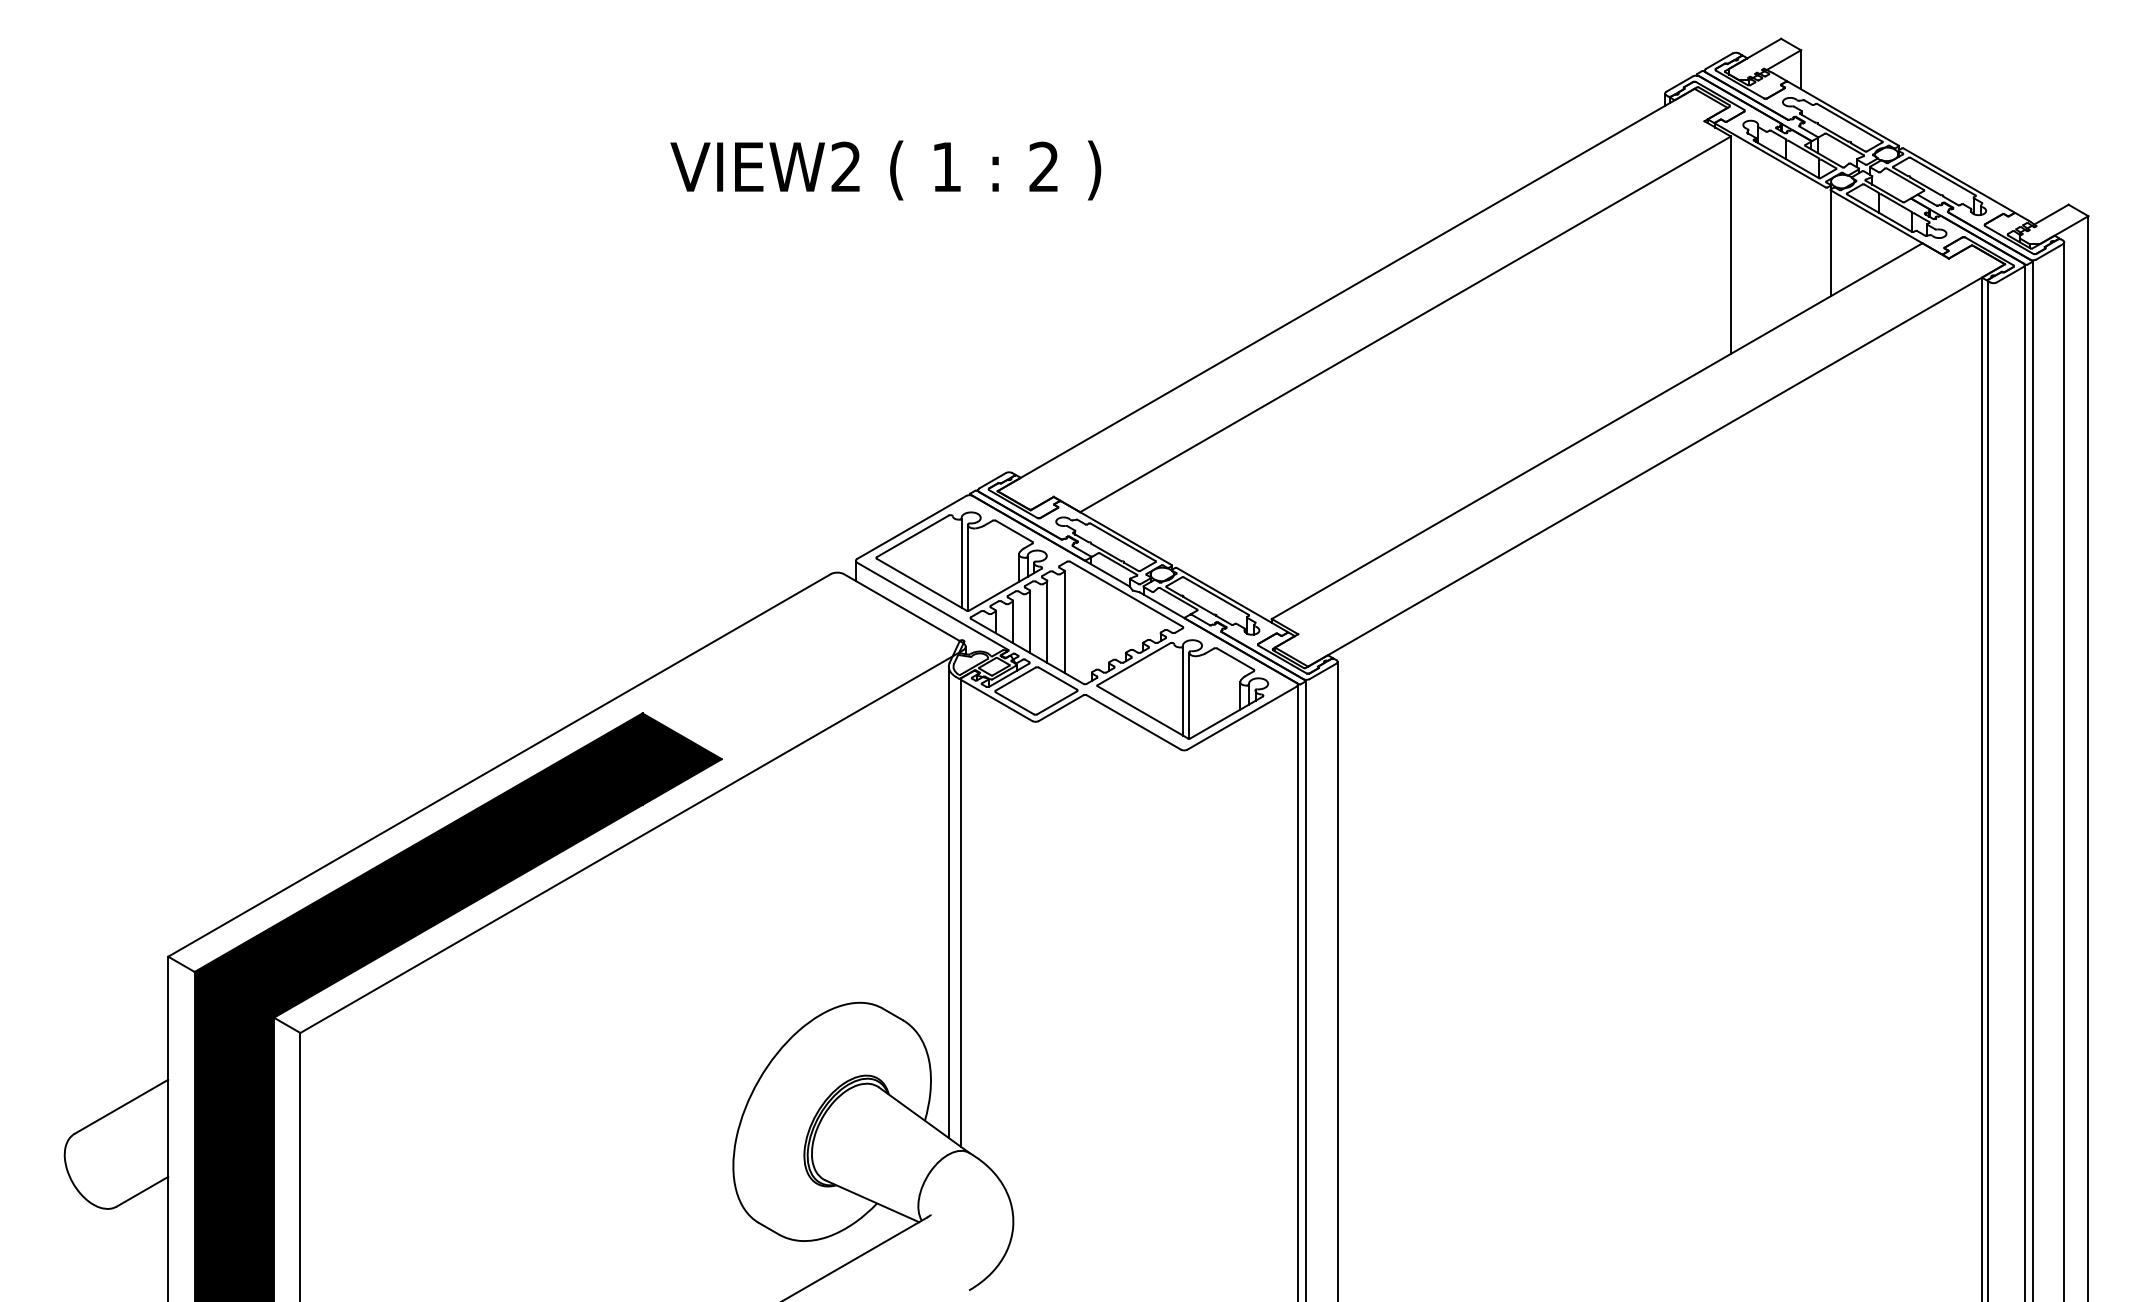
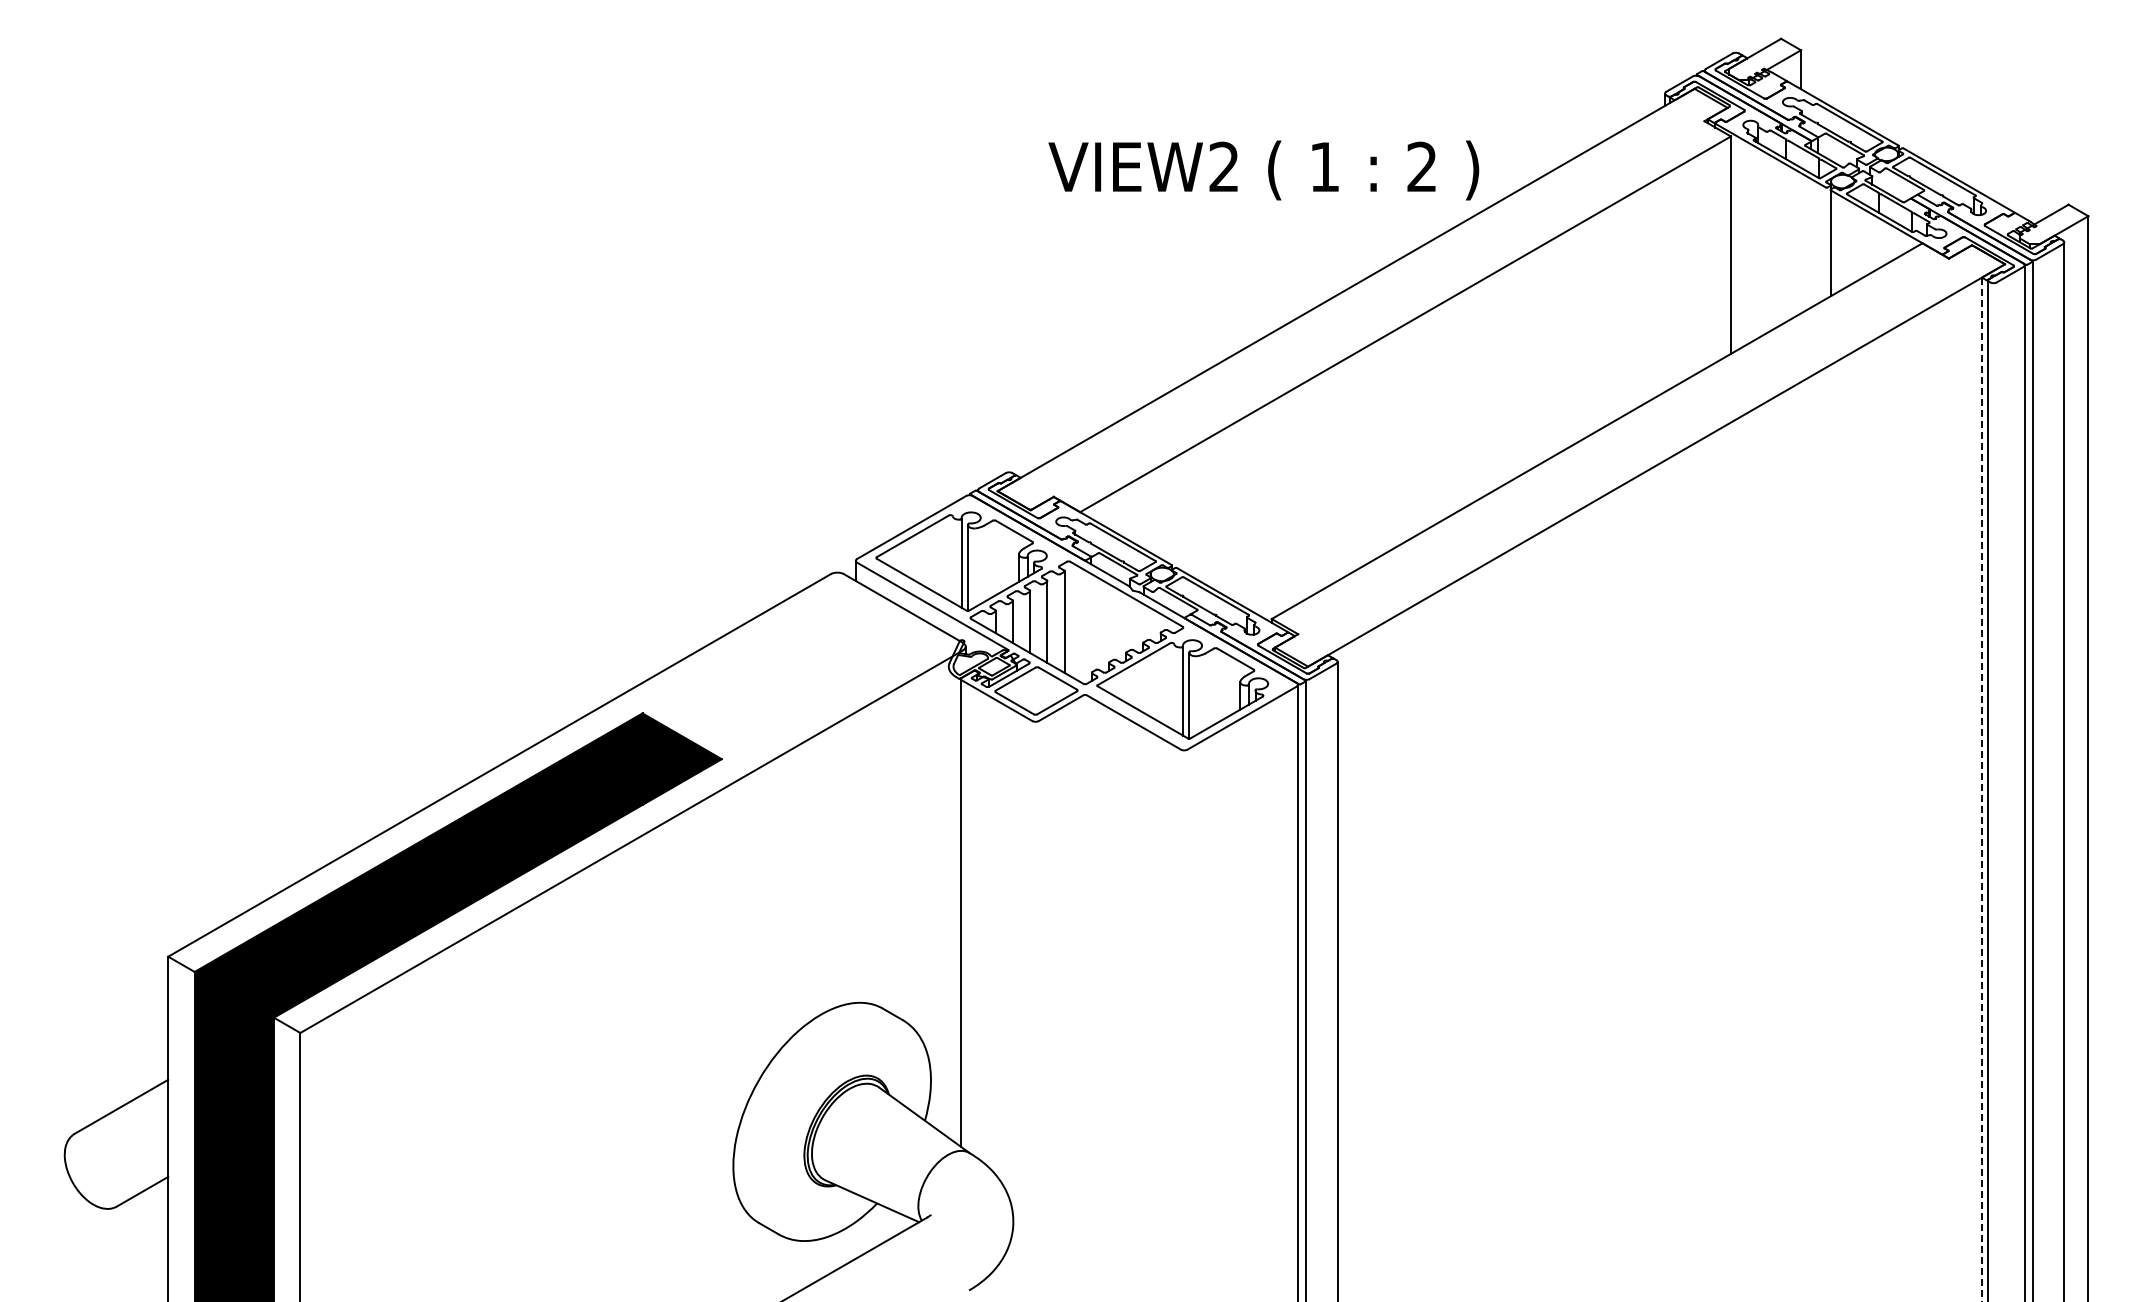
text at (885, 170) position: (885, 170) -> (1263, 170)
line at (1982, 789): solid -> dashed
line at (948, 902): present -> none
